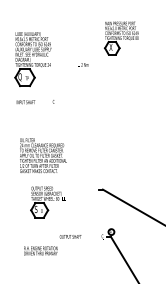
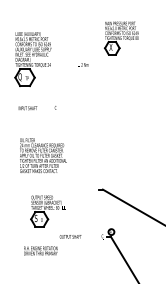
text at (35, 102) position: (35, 102) -> (37, 108)
part at (47, 202) position: (47, 202) -> (47, 211)
